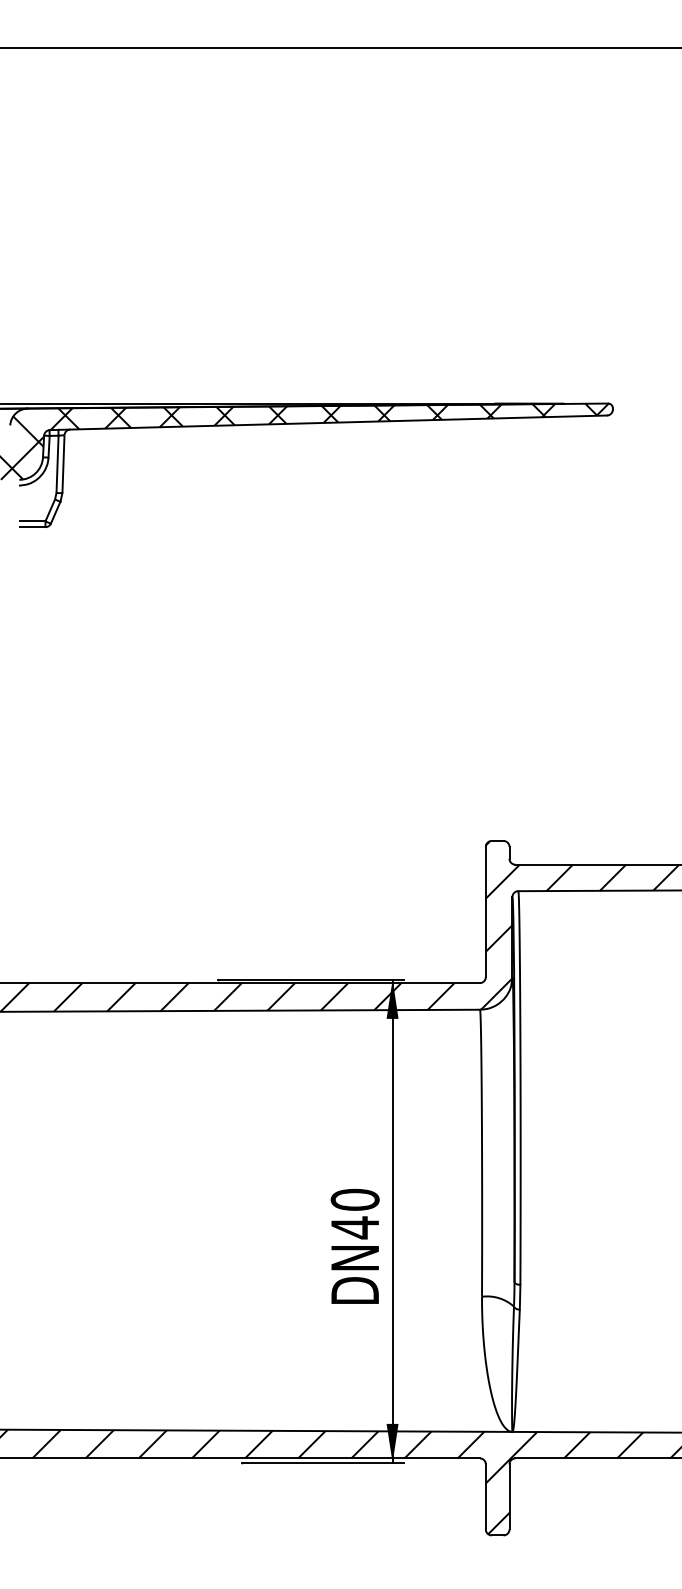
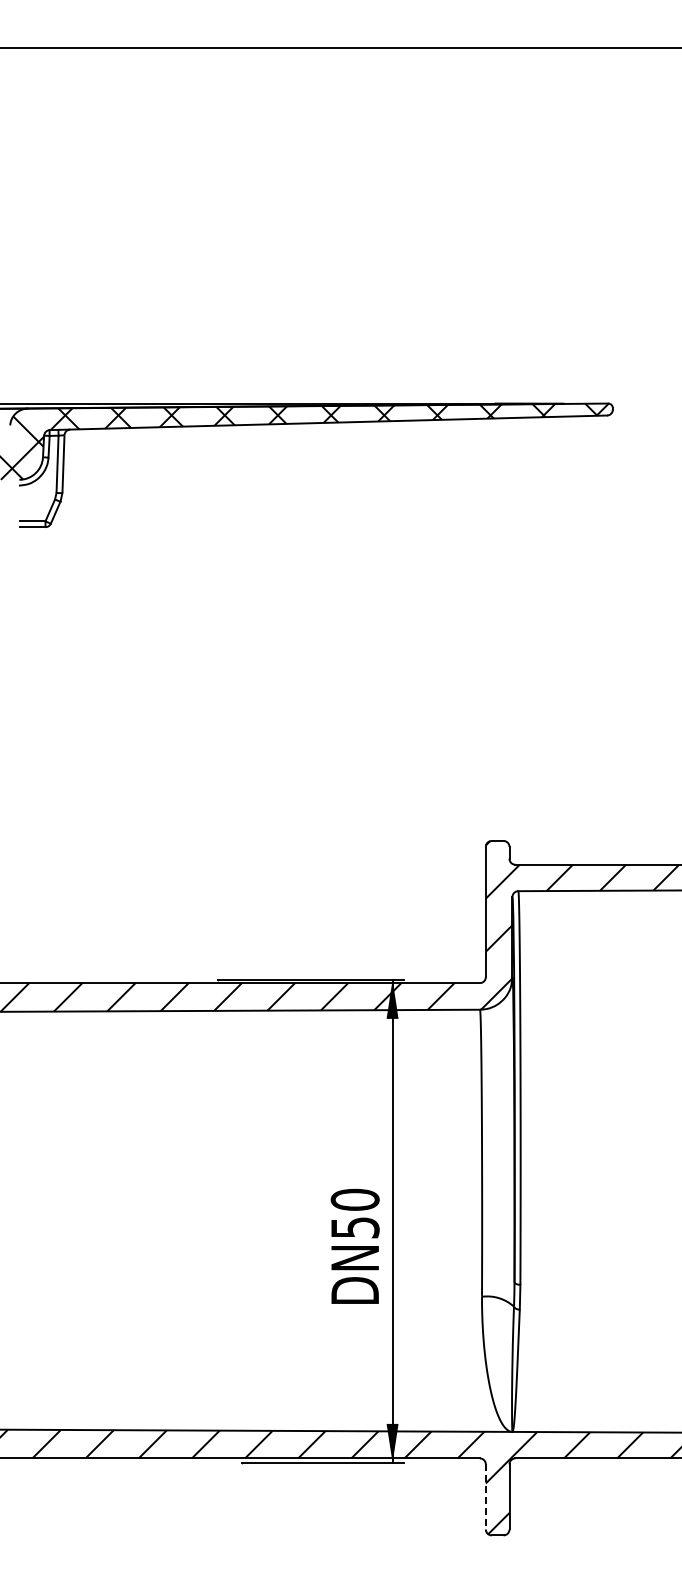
text at (355, 1227): DN40 -> DN50
line at (485, 1496): solid -> dashed
